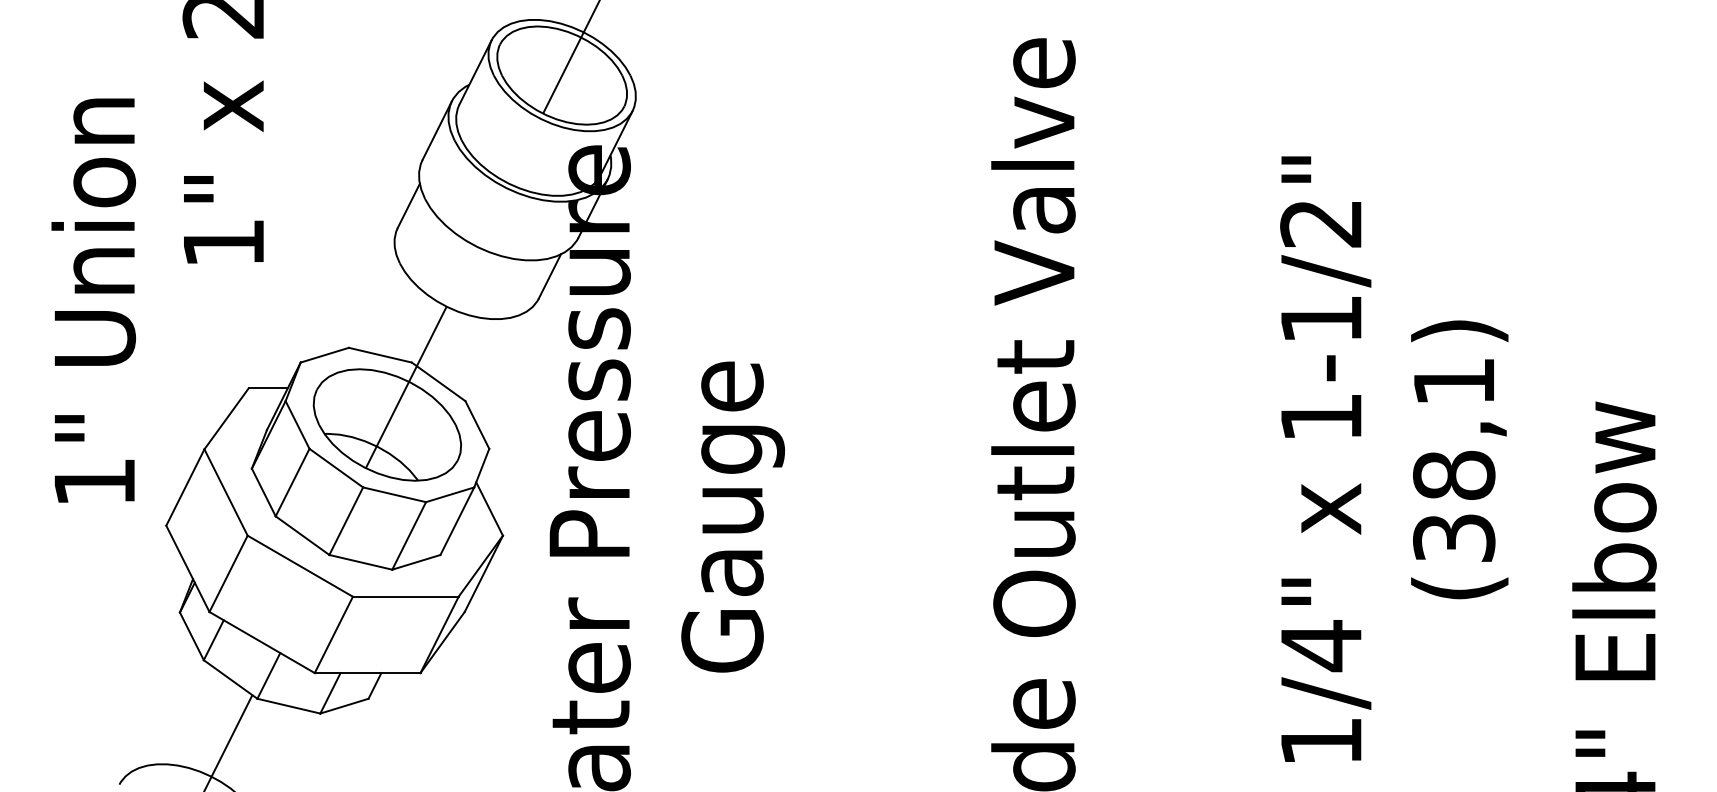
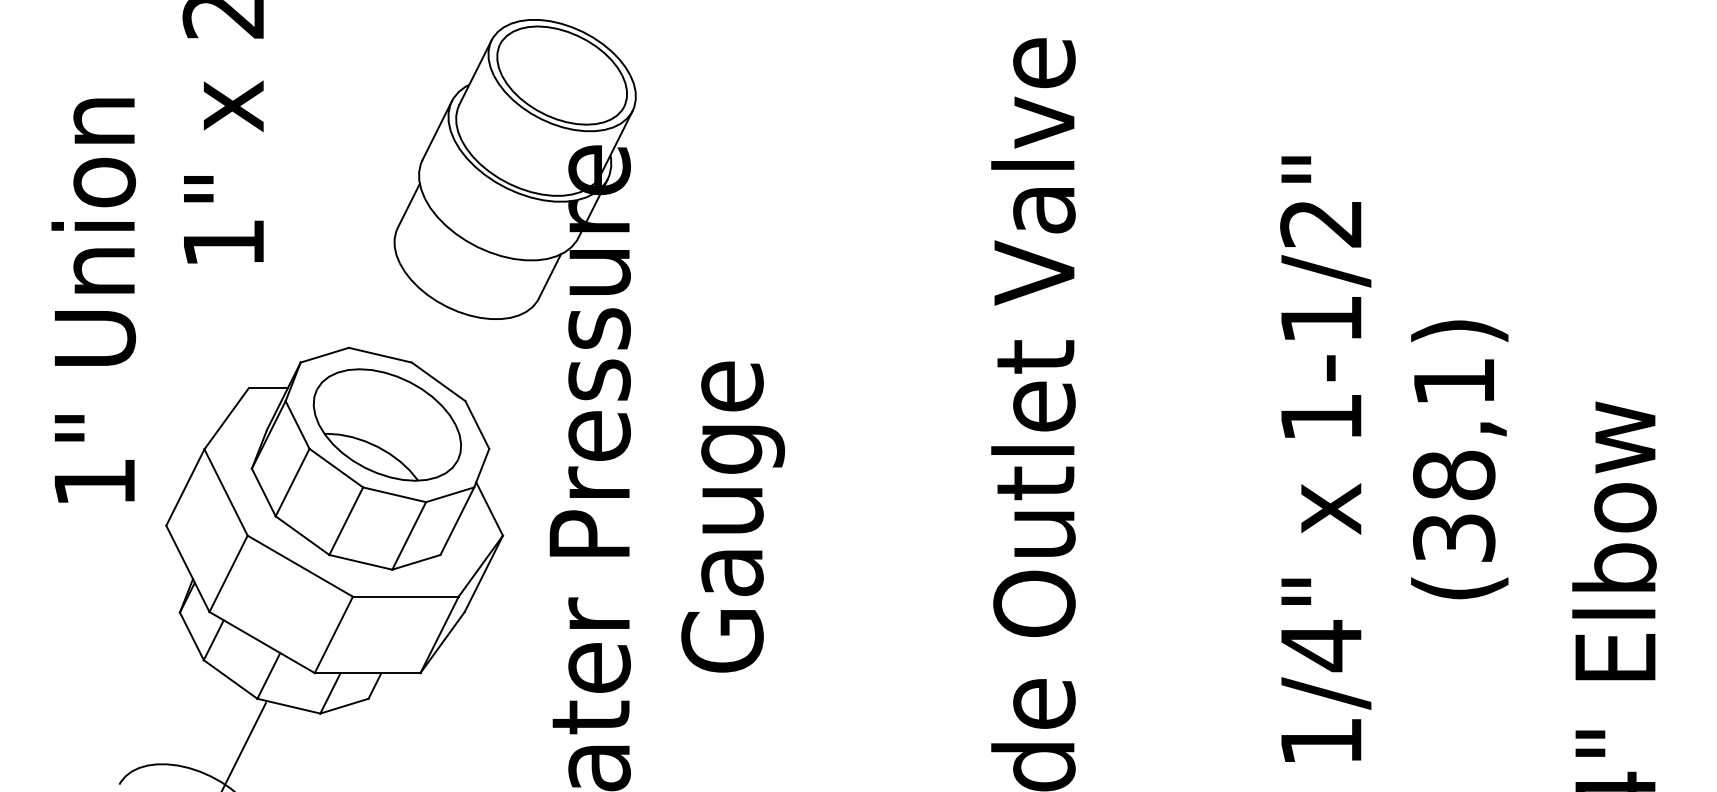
line at (570, 57): present -> none
line at (405, 387): present -> none
line at (228, 741) position: (228, 741) -> (244, 745)
